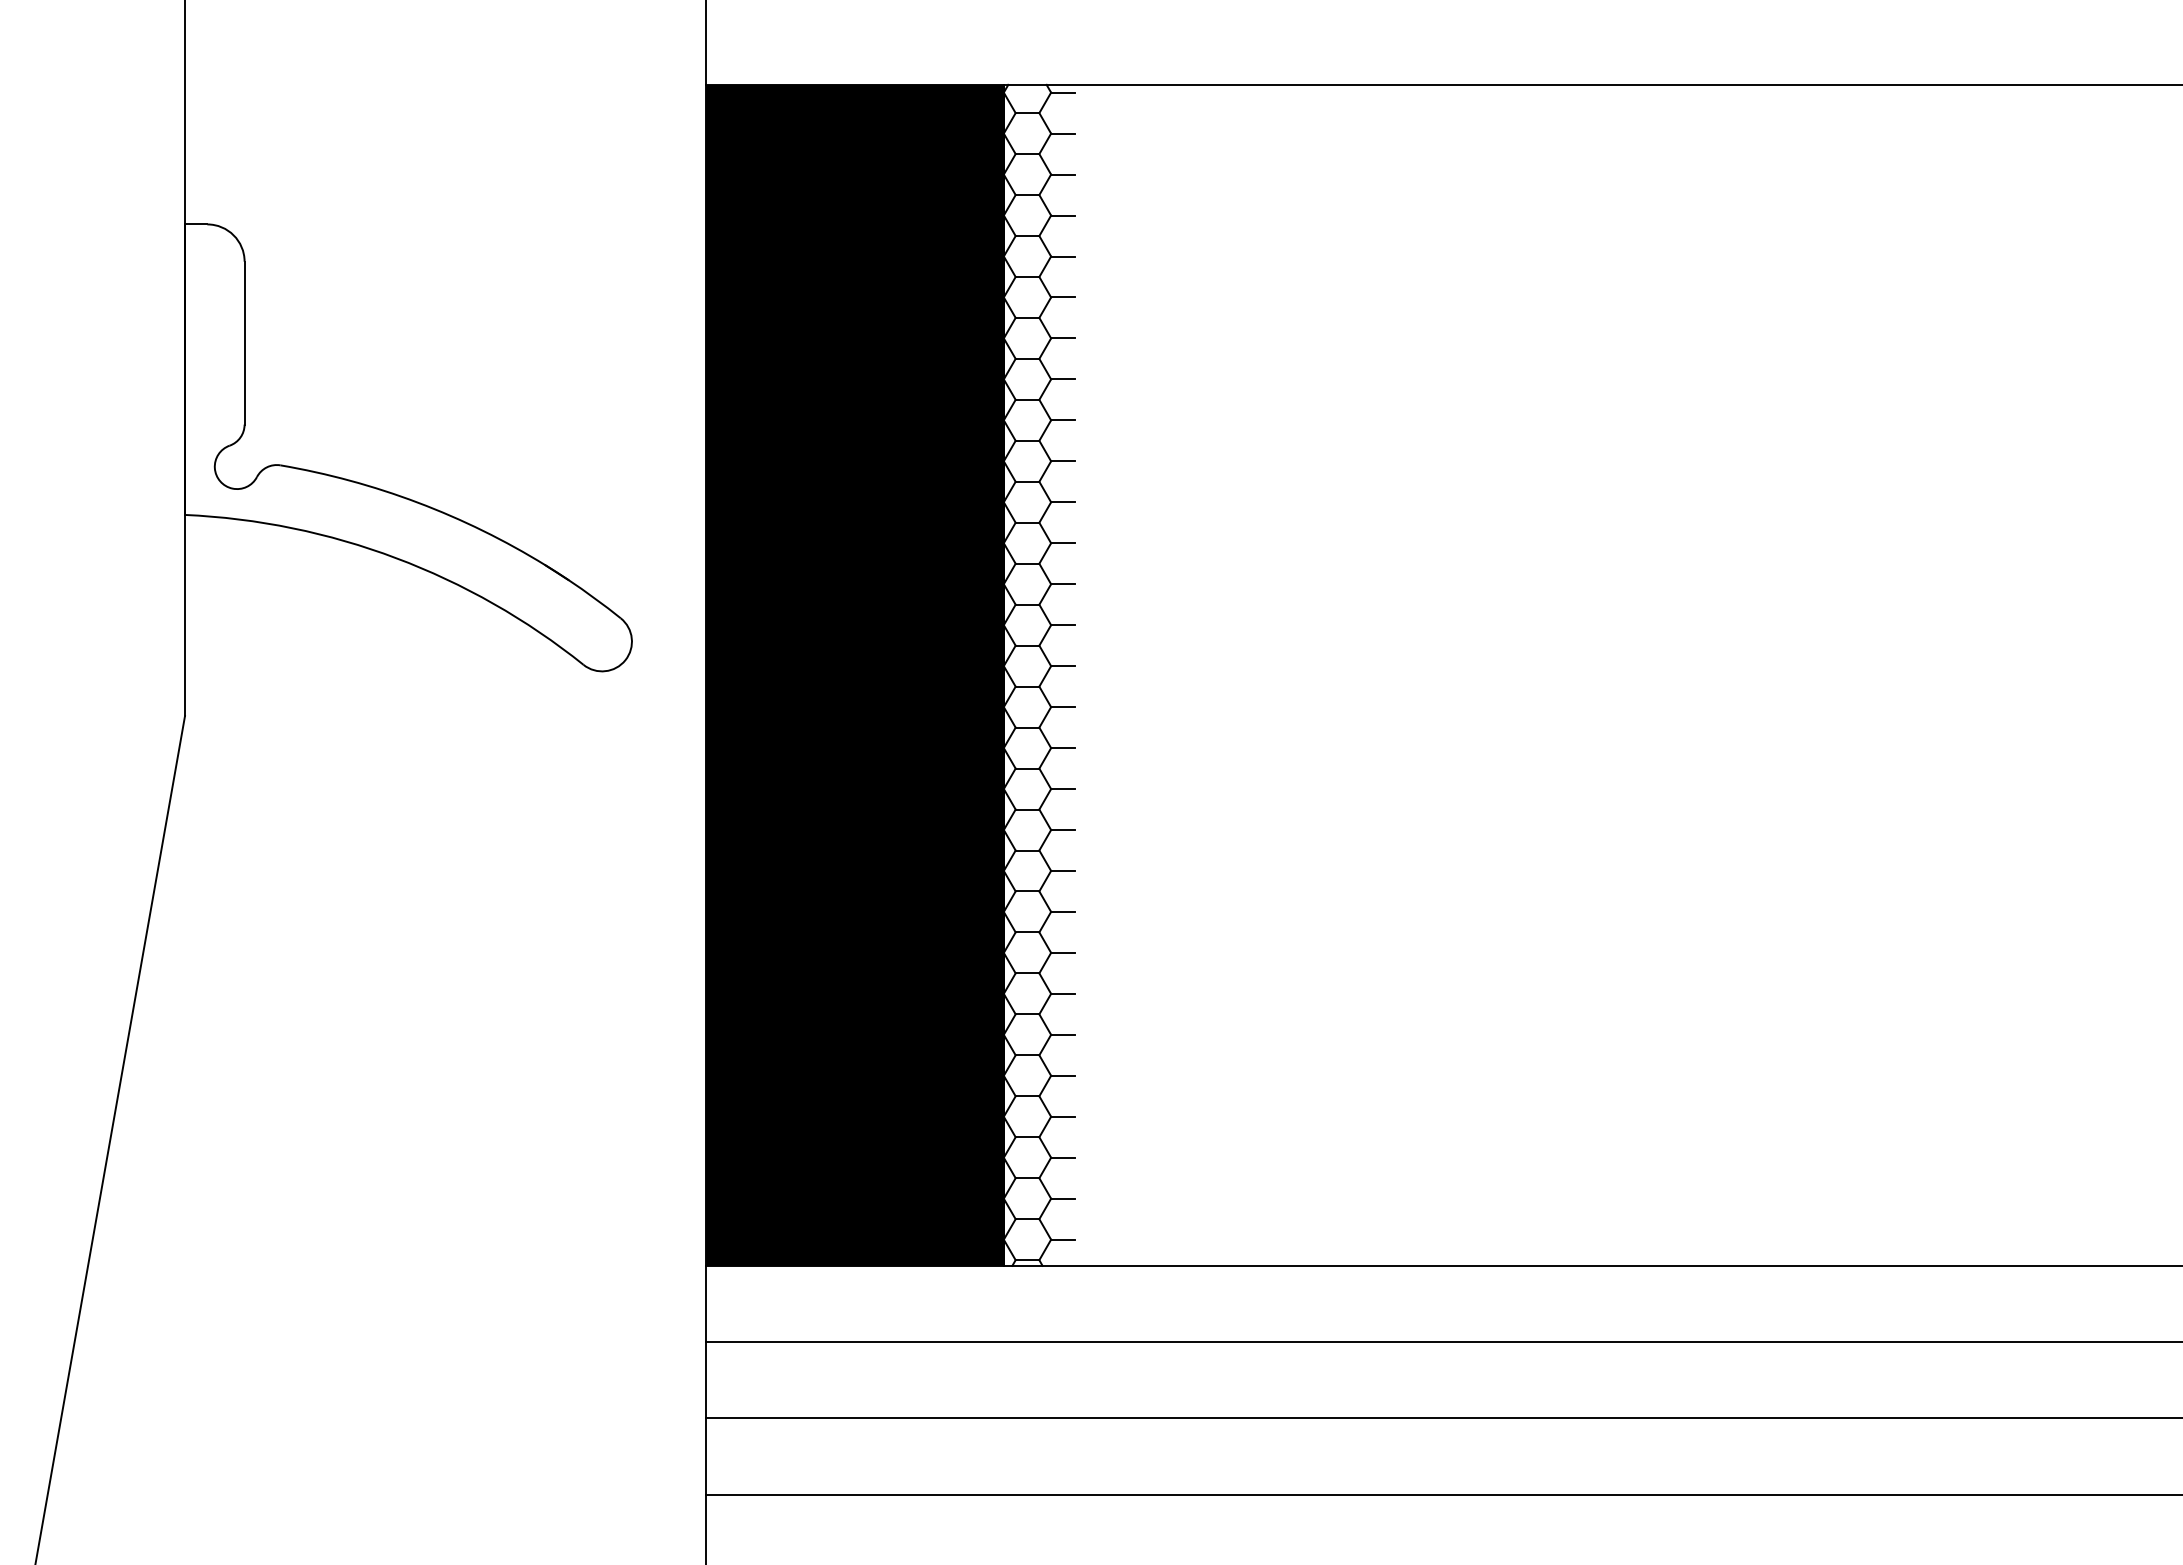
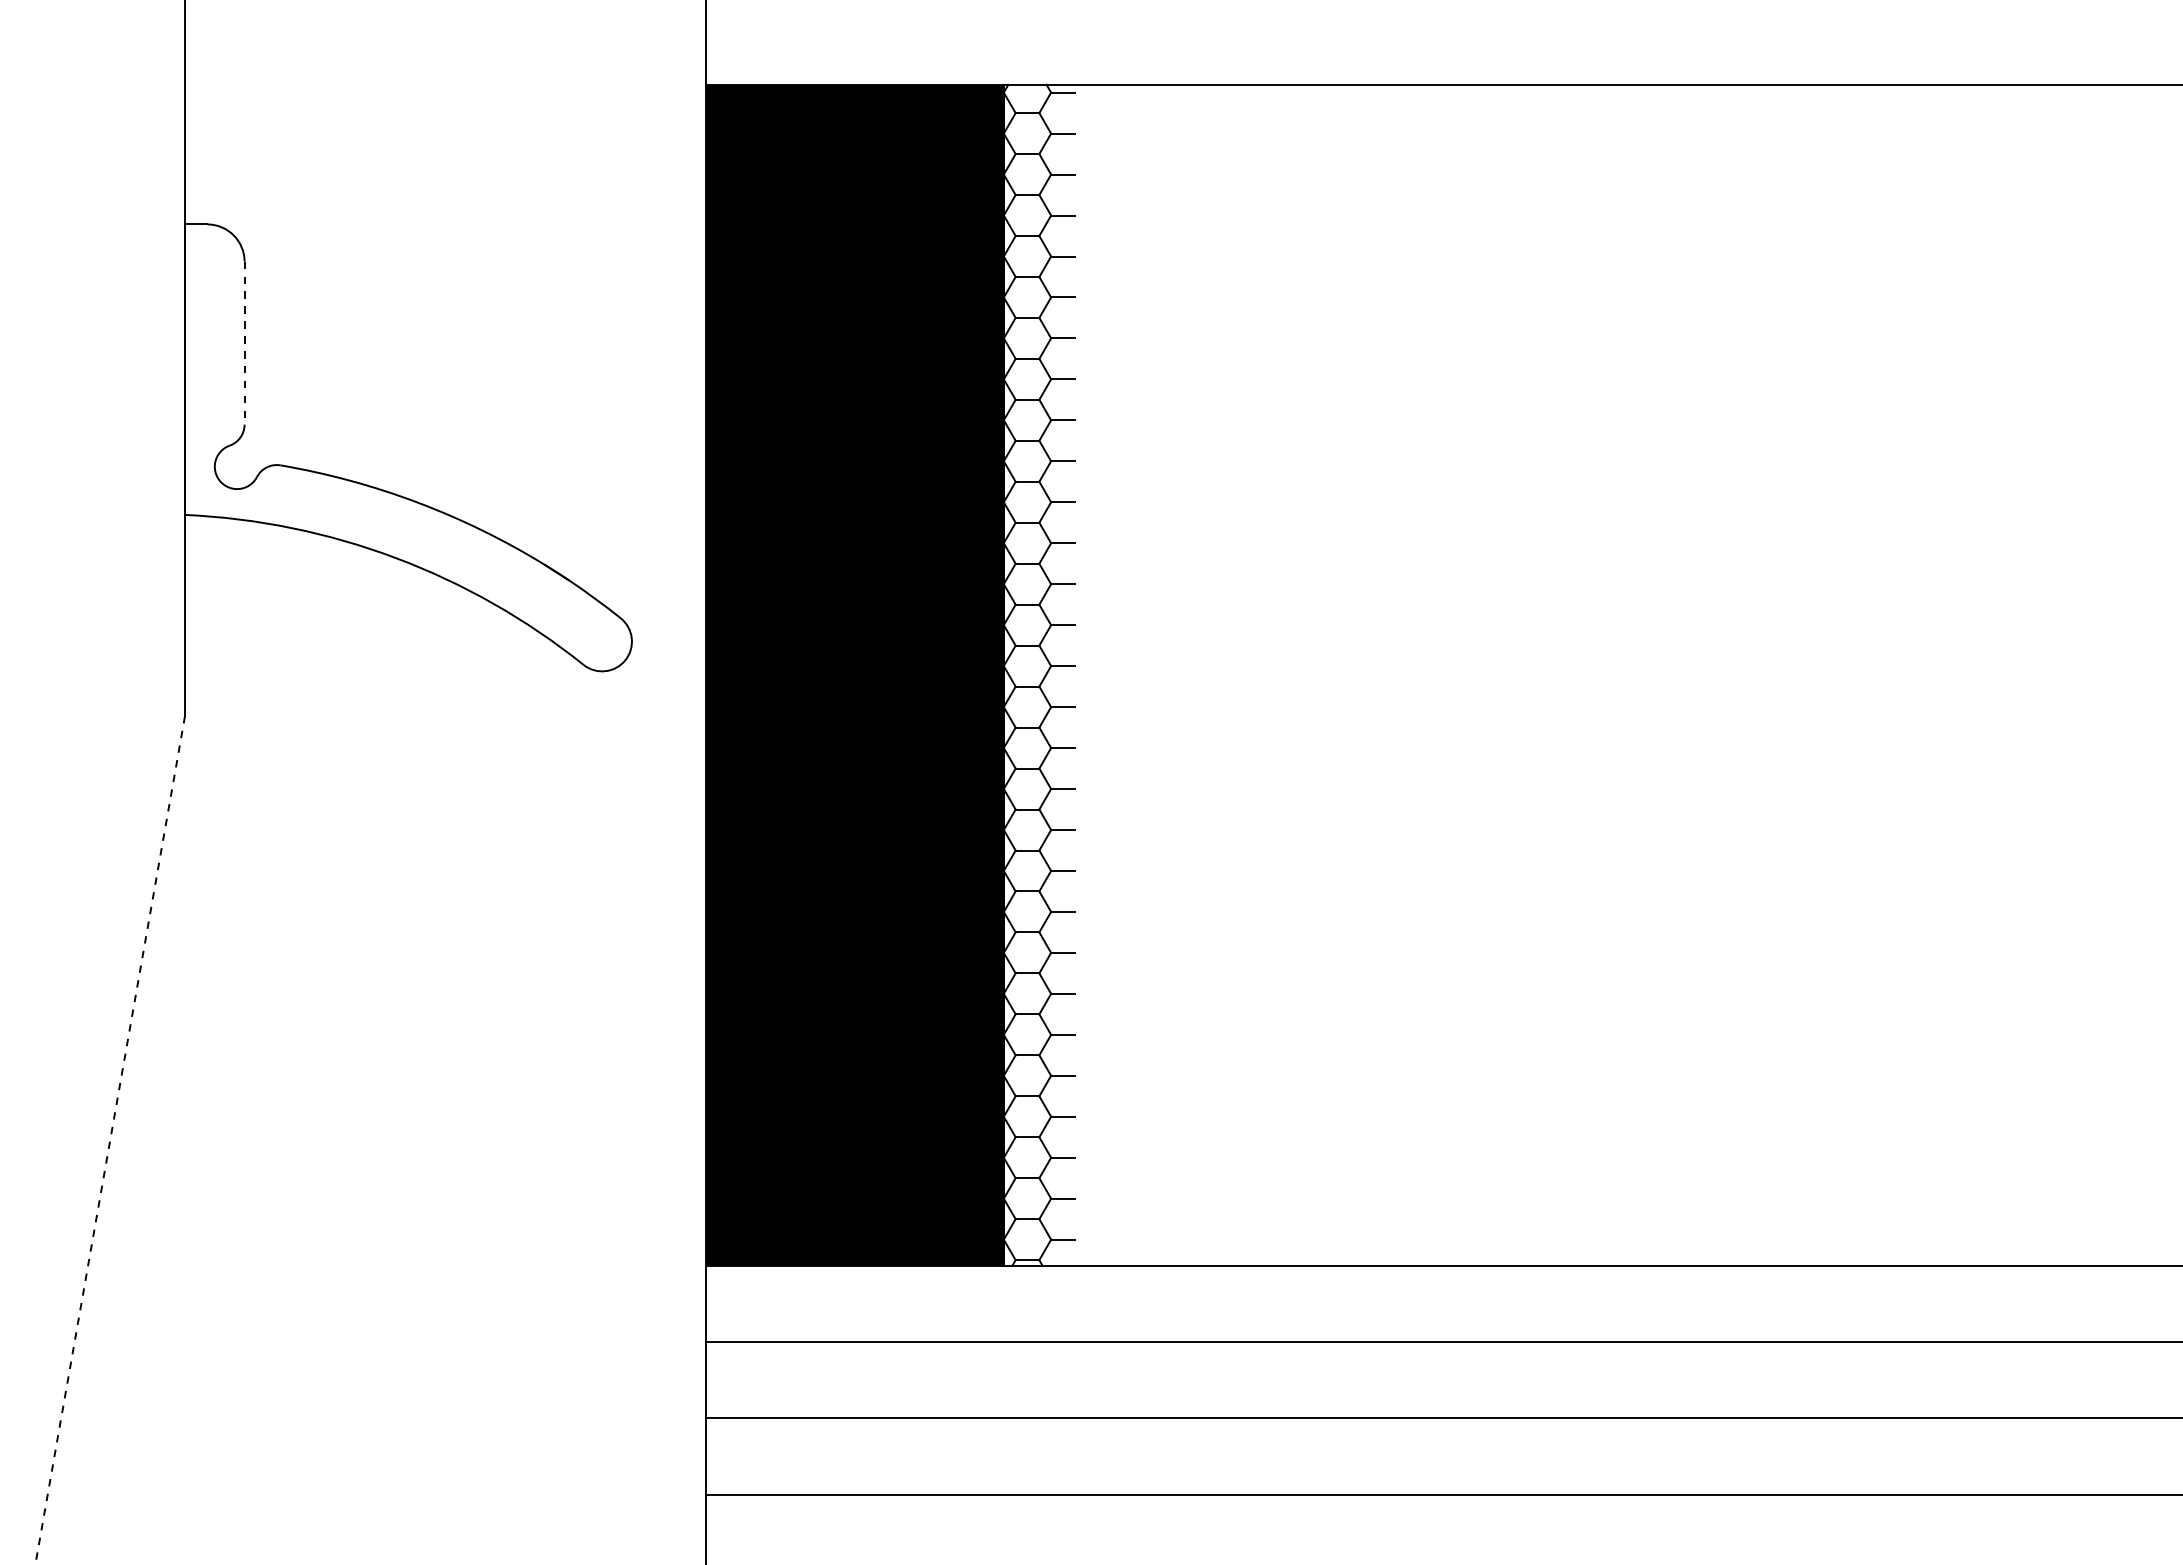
line at (244, 343): solid -> dashed
line at (110, 1140): solid -> dashed
